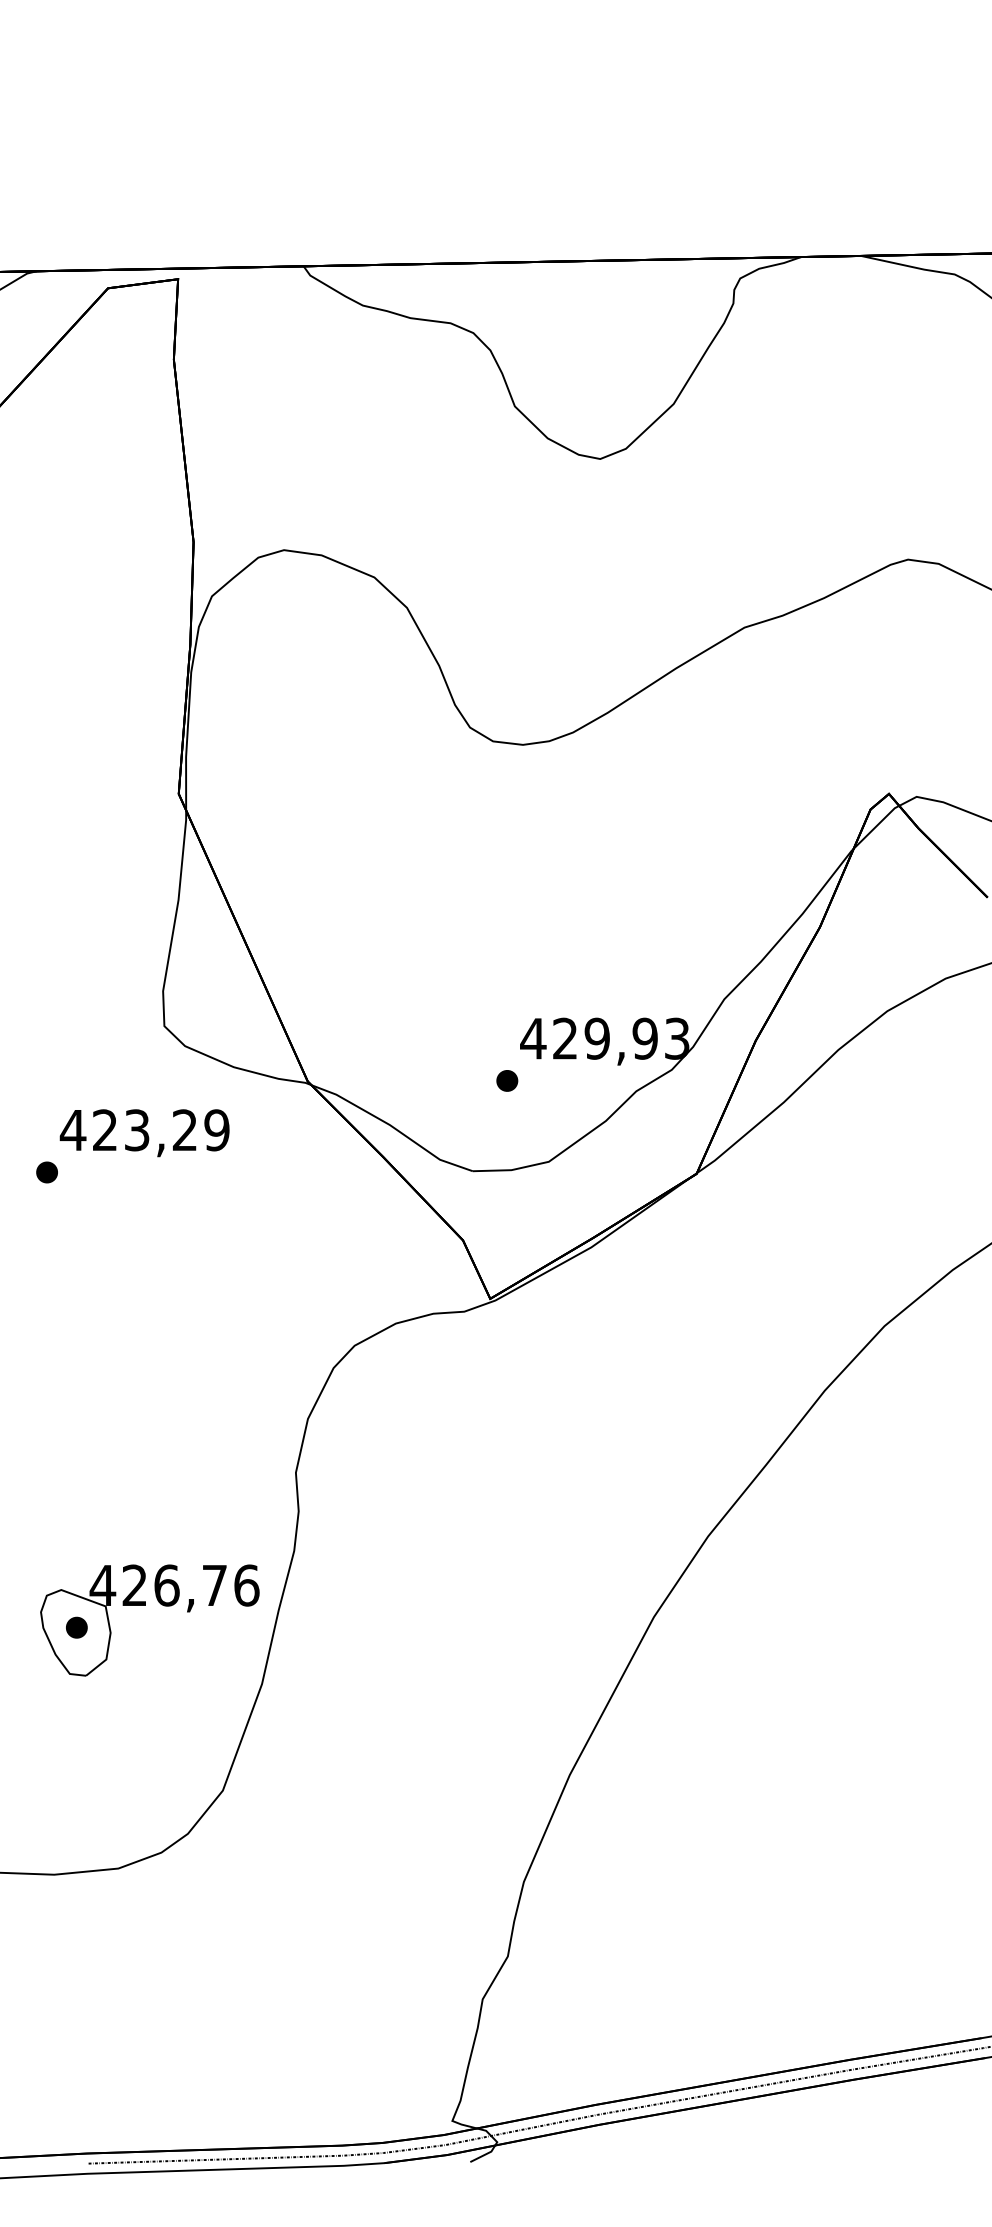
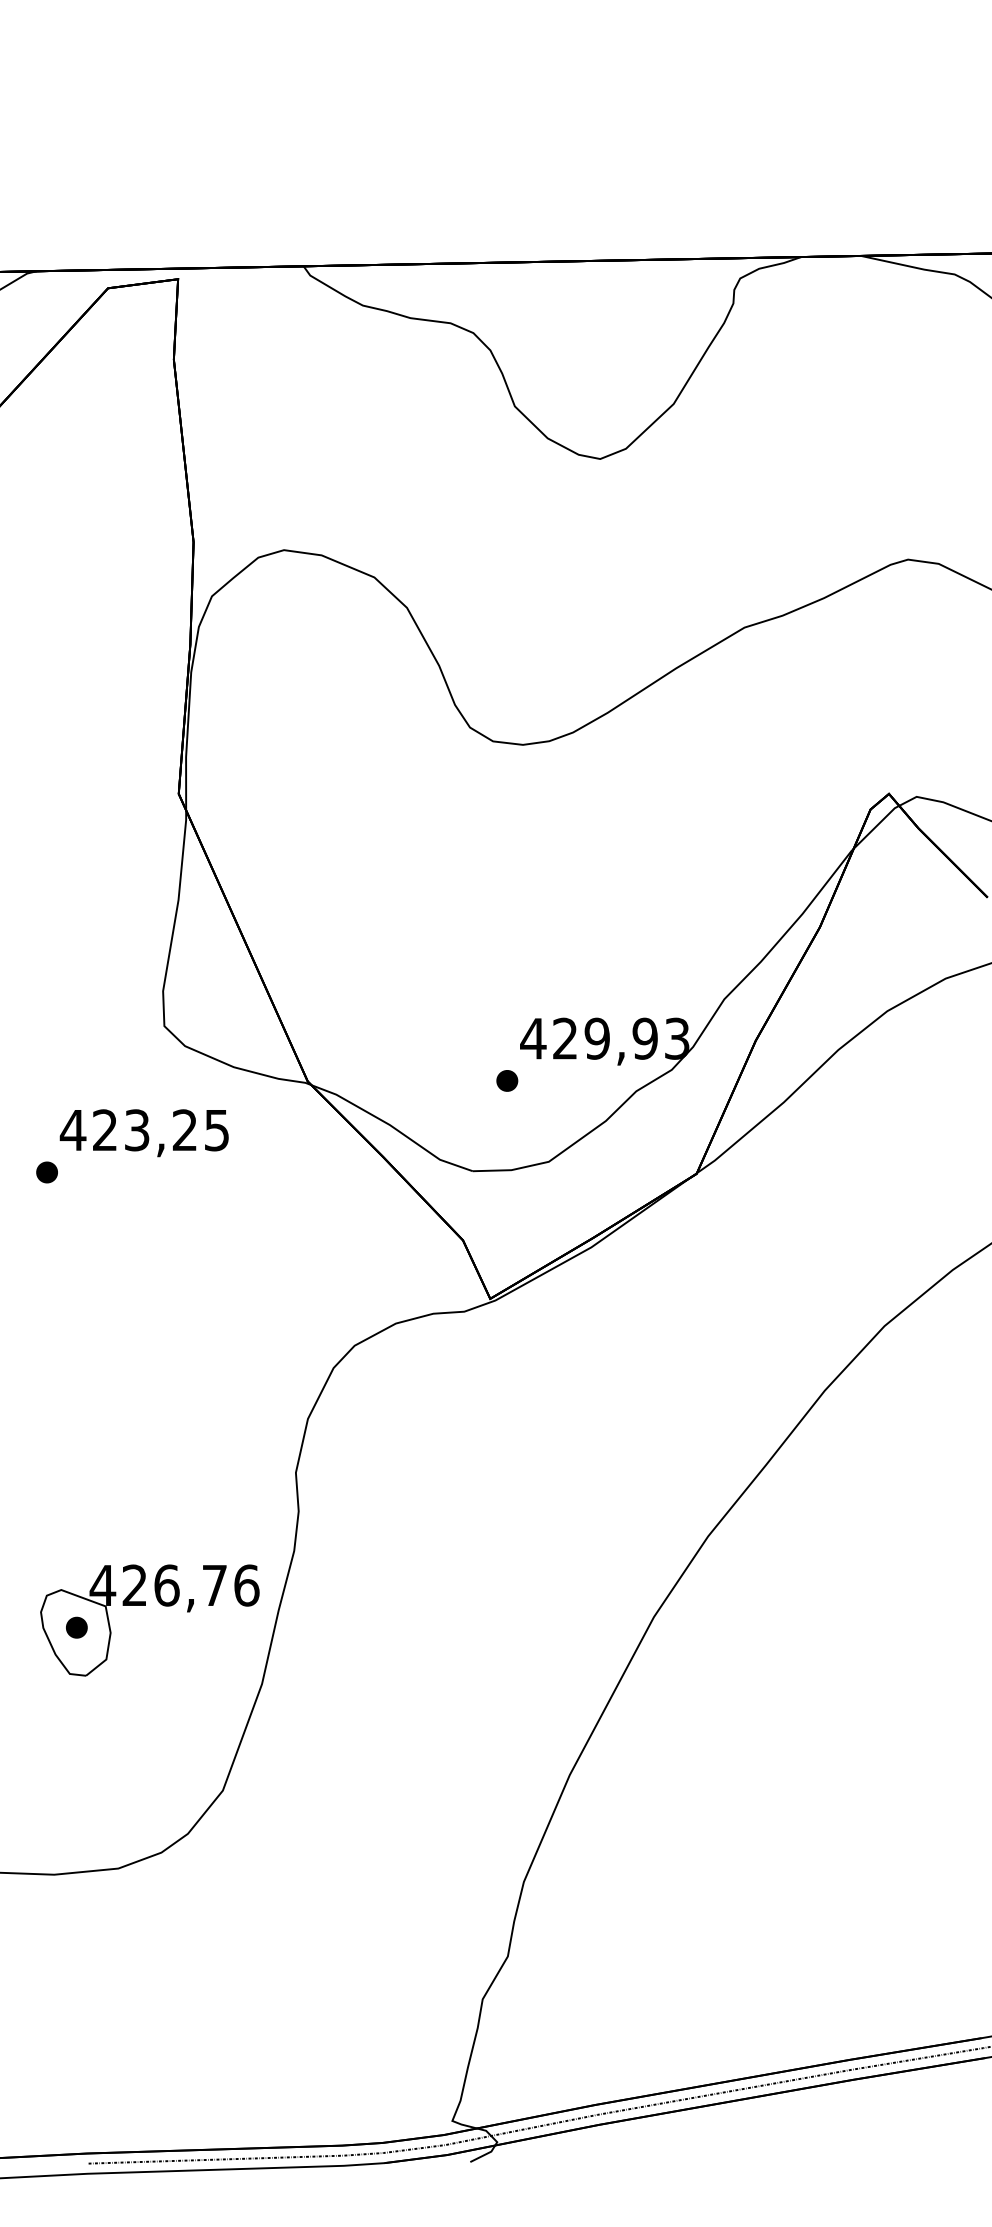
text at (216, 1130): 423,29 -> 423,25
